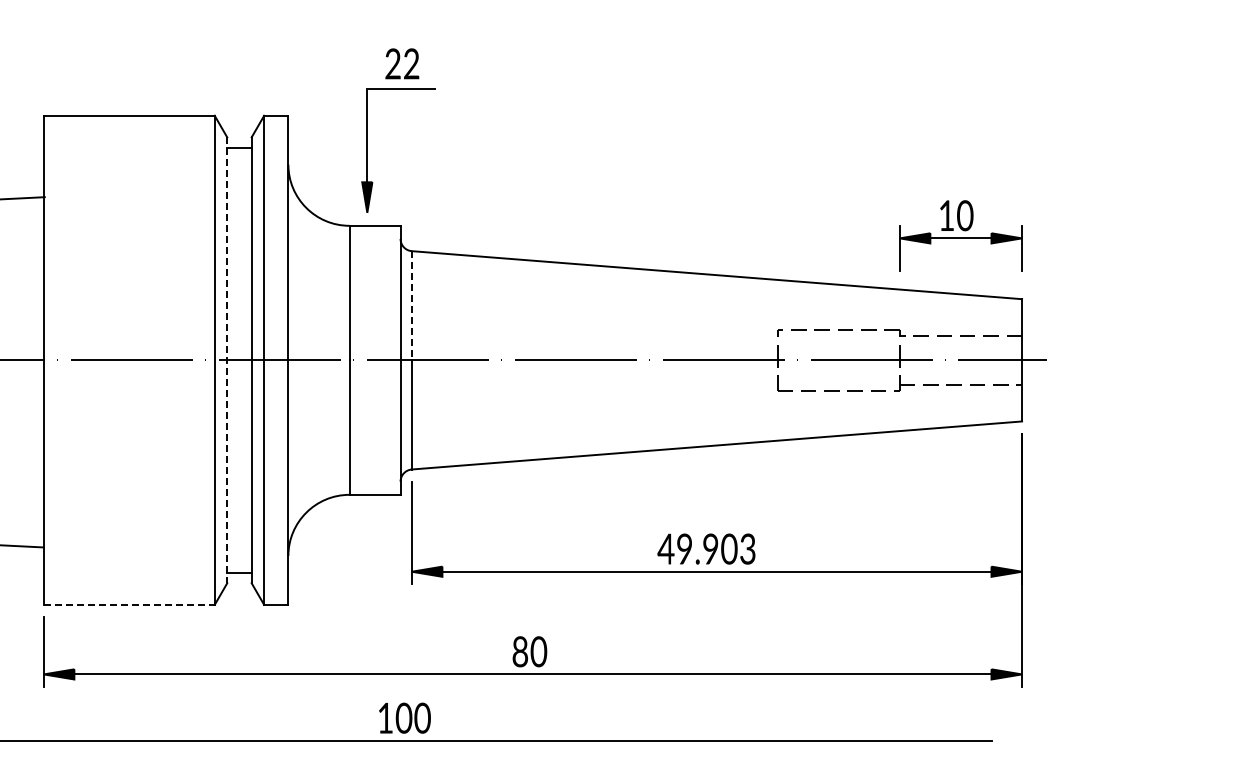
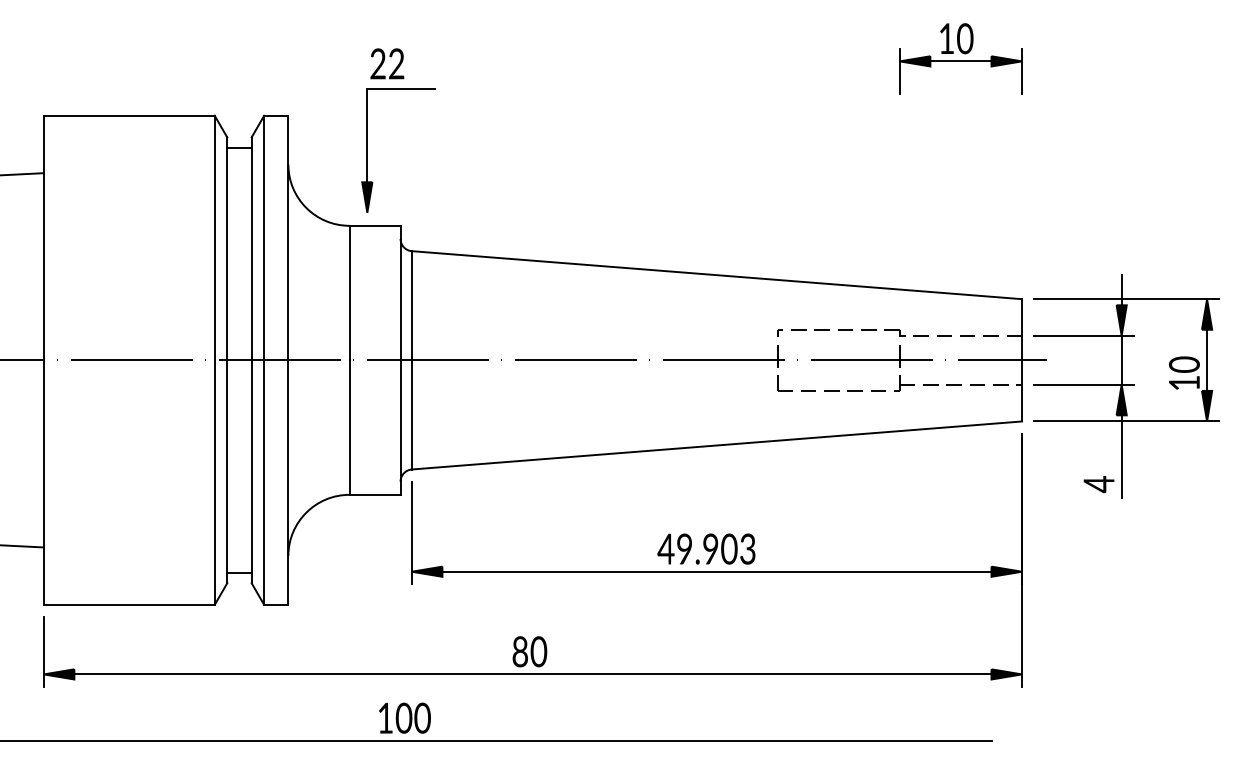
text at (402, 63) position: (402, 63) -> (387, 63)
line at (23, 198) position: (23, 198) -> (22, 174)
part at (960, 235) position: (960, 235) -> (960, 58)
line at (411, 305): dashed -> solid
line at (227, 360): dashed -> solid
part at (1126, 386): none -> present
line at (129, 604): dashed -> solid
